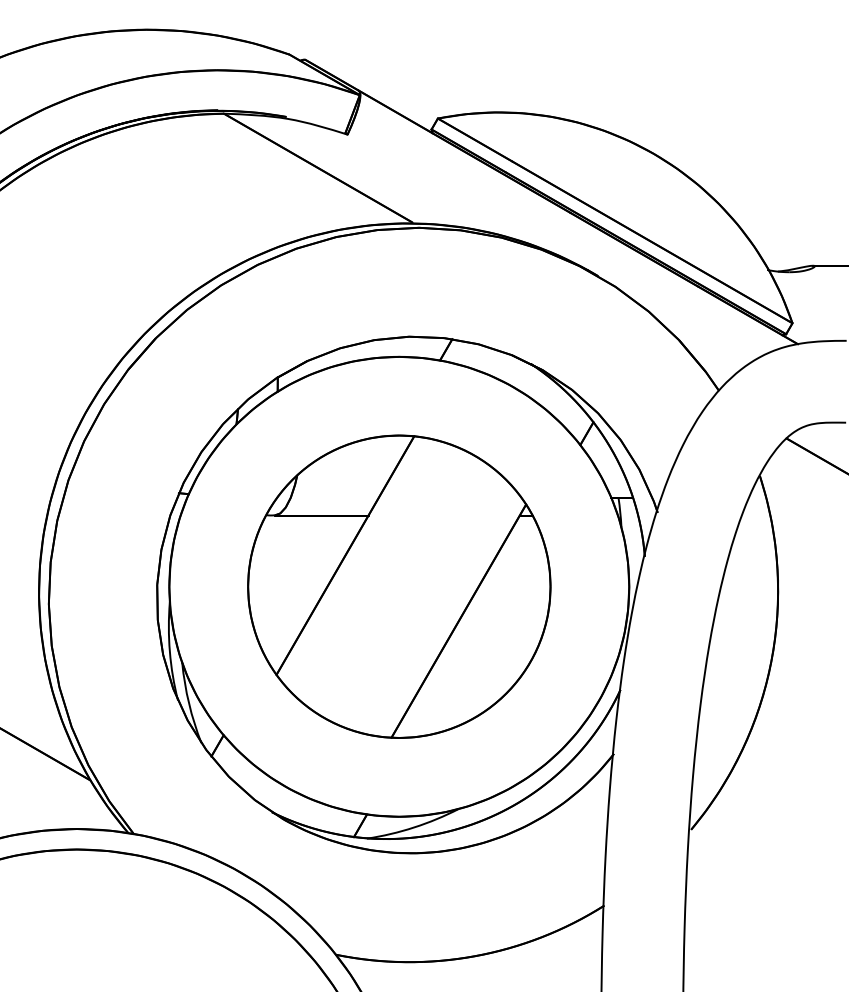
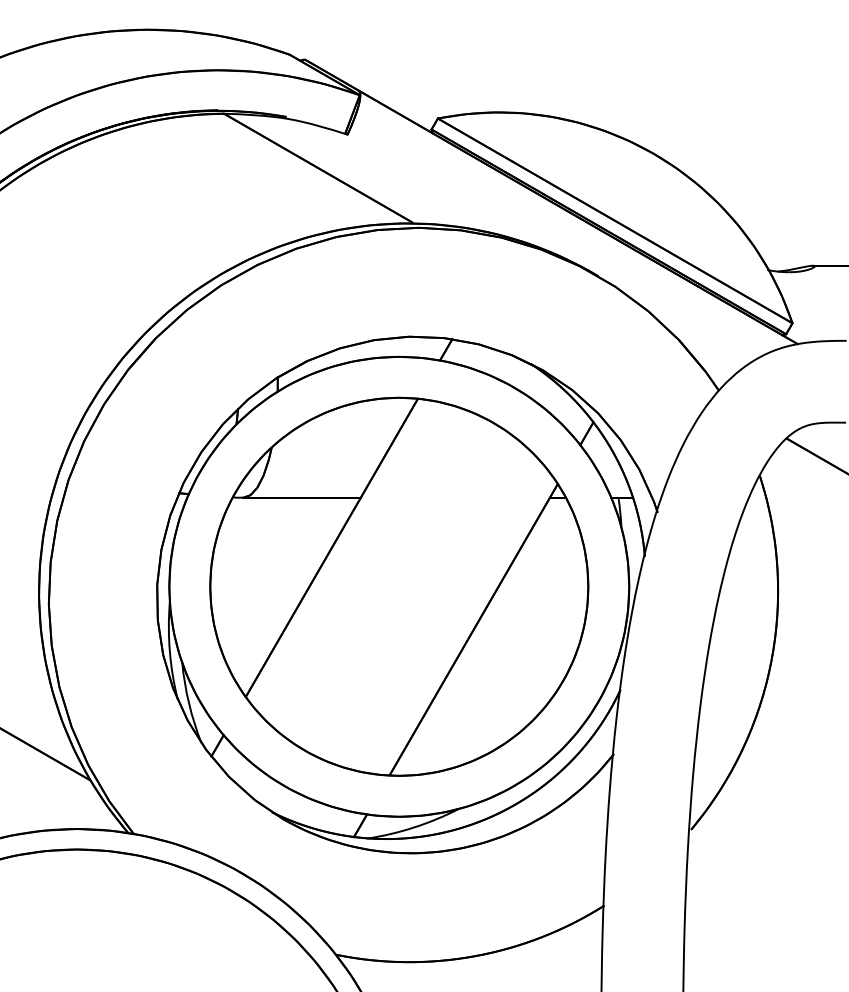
part at (399, 586) size: 305x305 px -> 381x381 px
